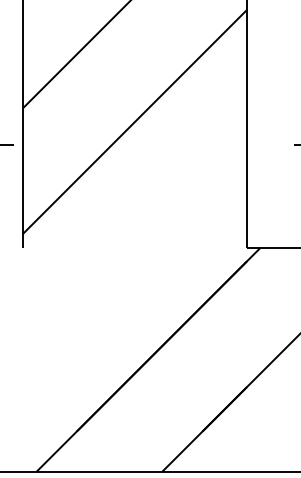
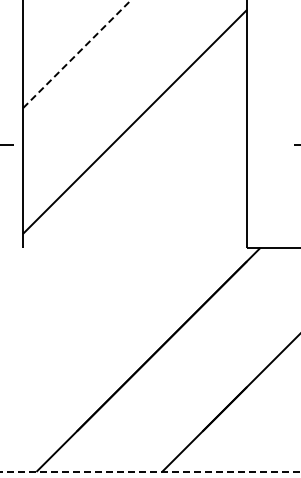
line at (77, 53): solid -> dashed
line at (150, 471): solid -> dashed
